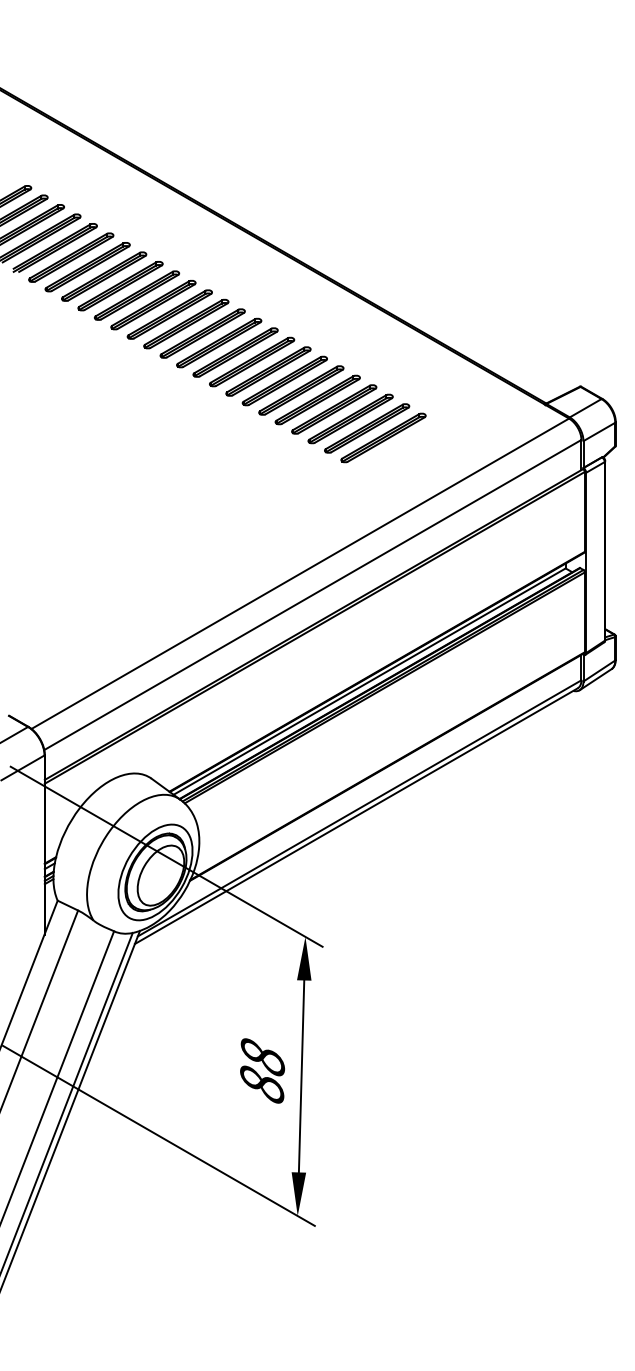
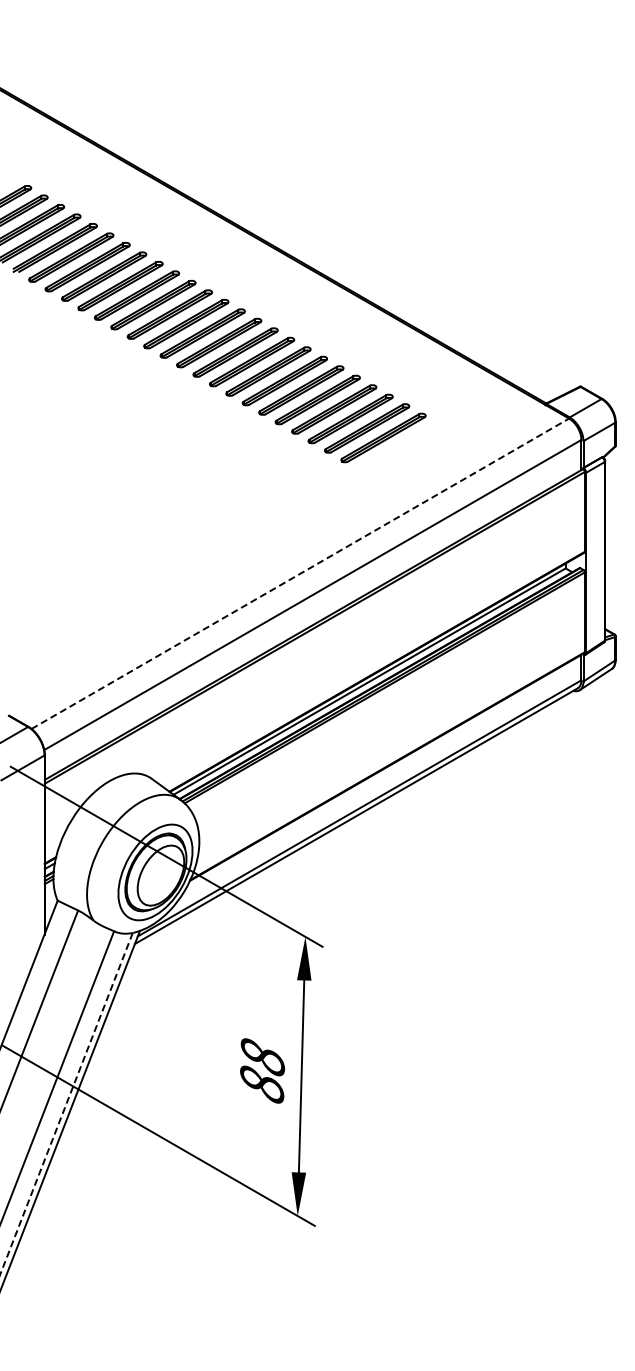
line at (300, 573): solid -> dashed
line at (66, 1104): solid -> dashed
